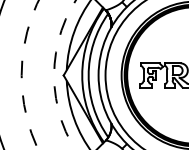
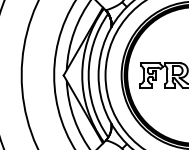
arc at (21, 75): dashed -> solid
arc at (54, 75): dashed -> solid
